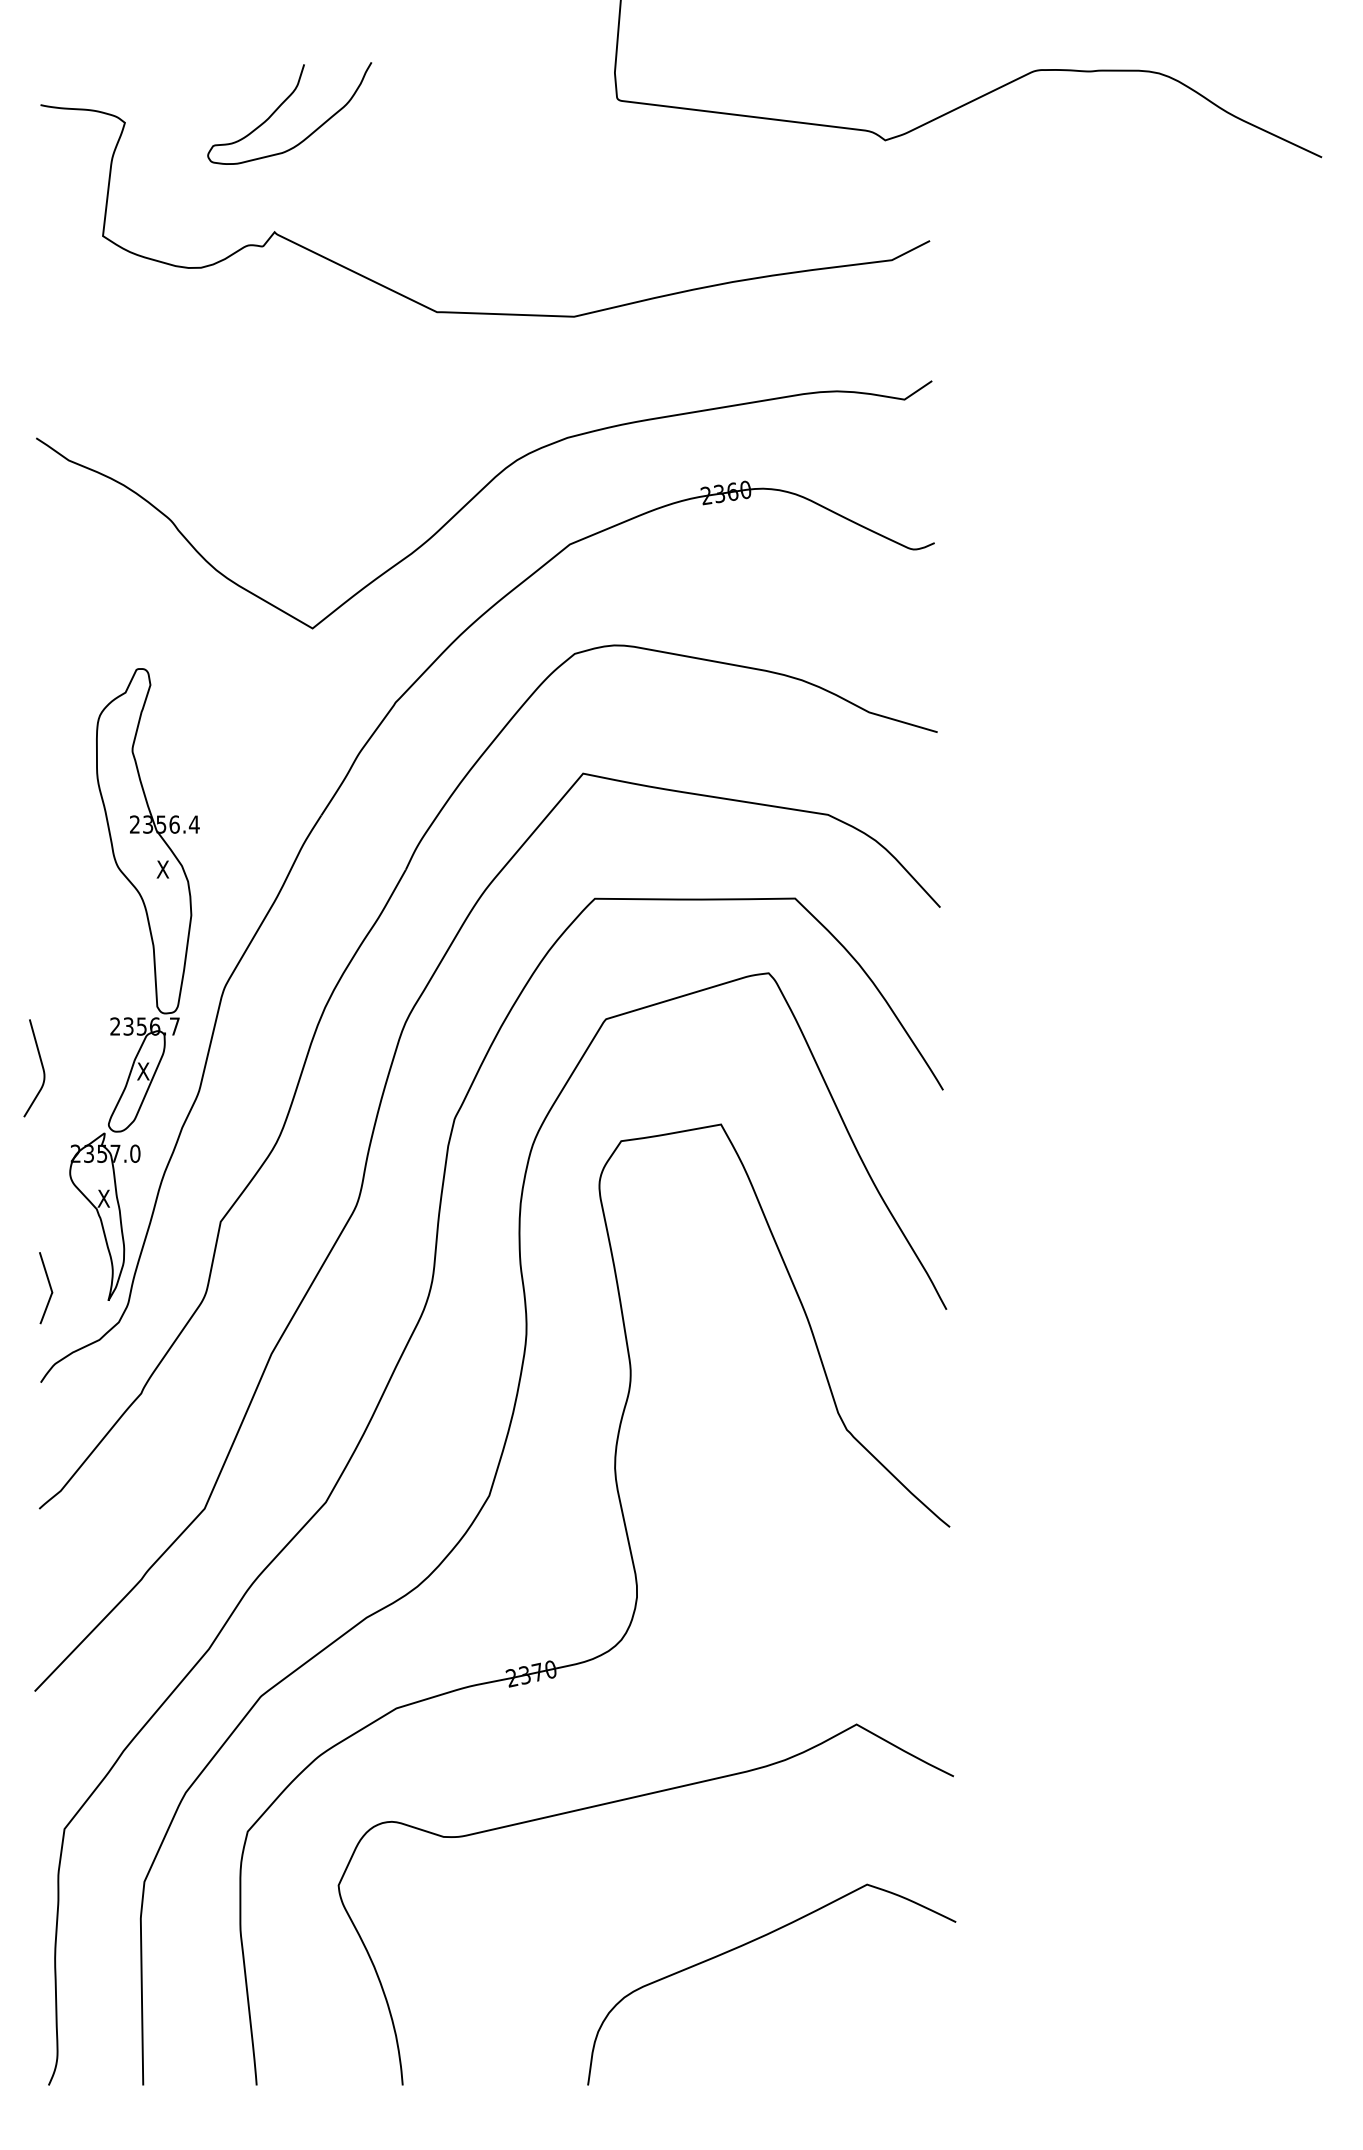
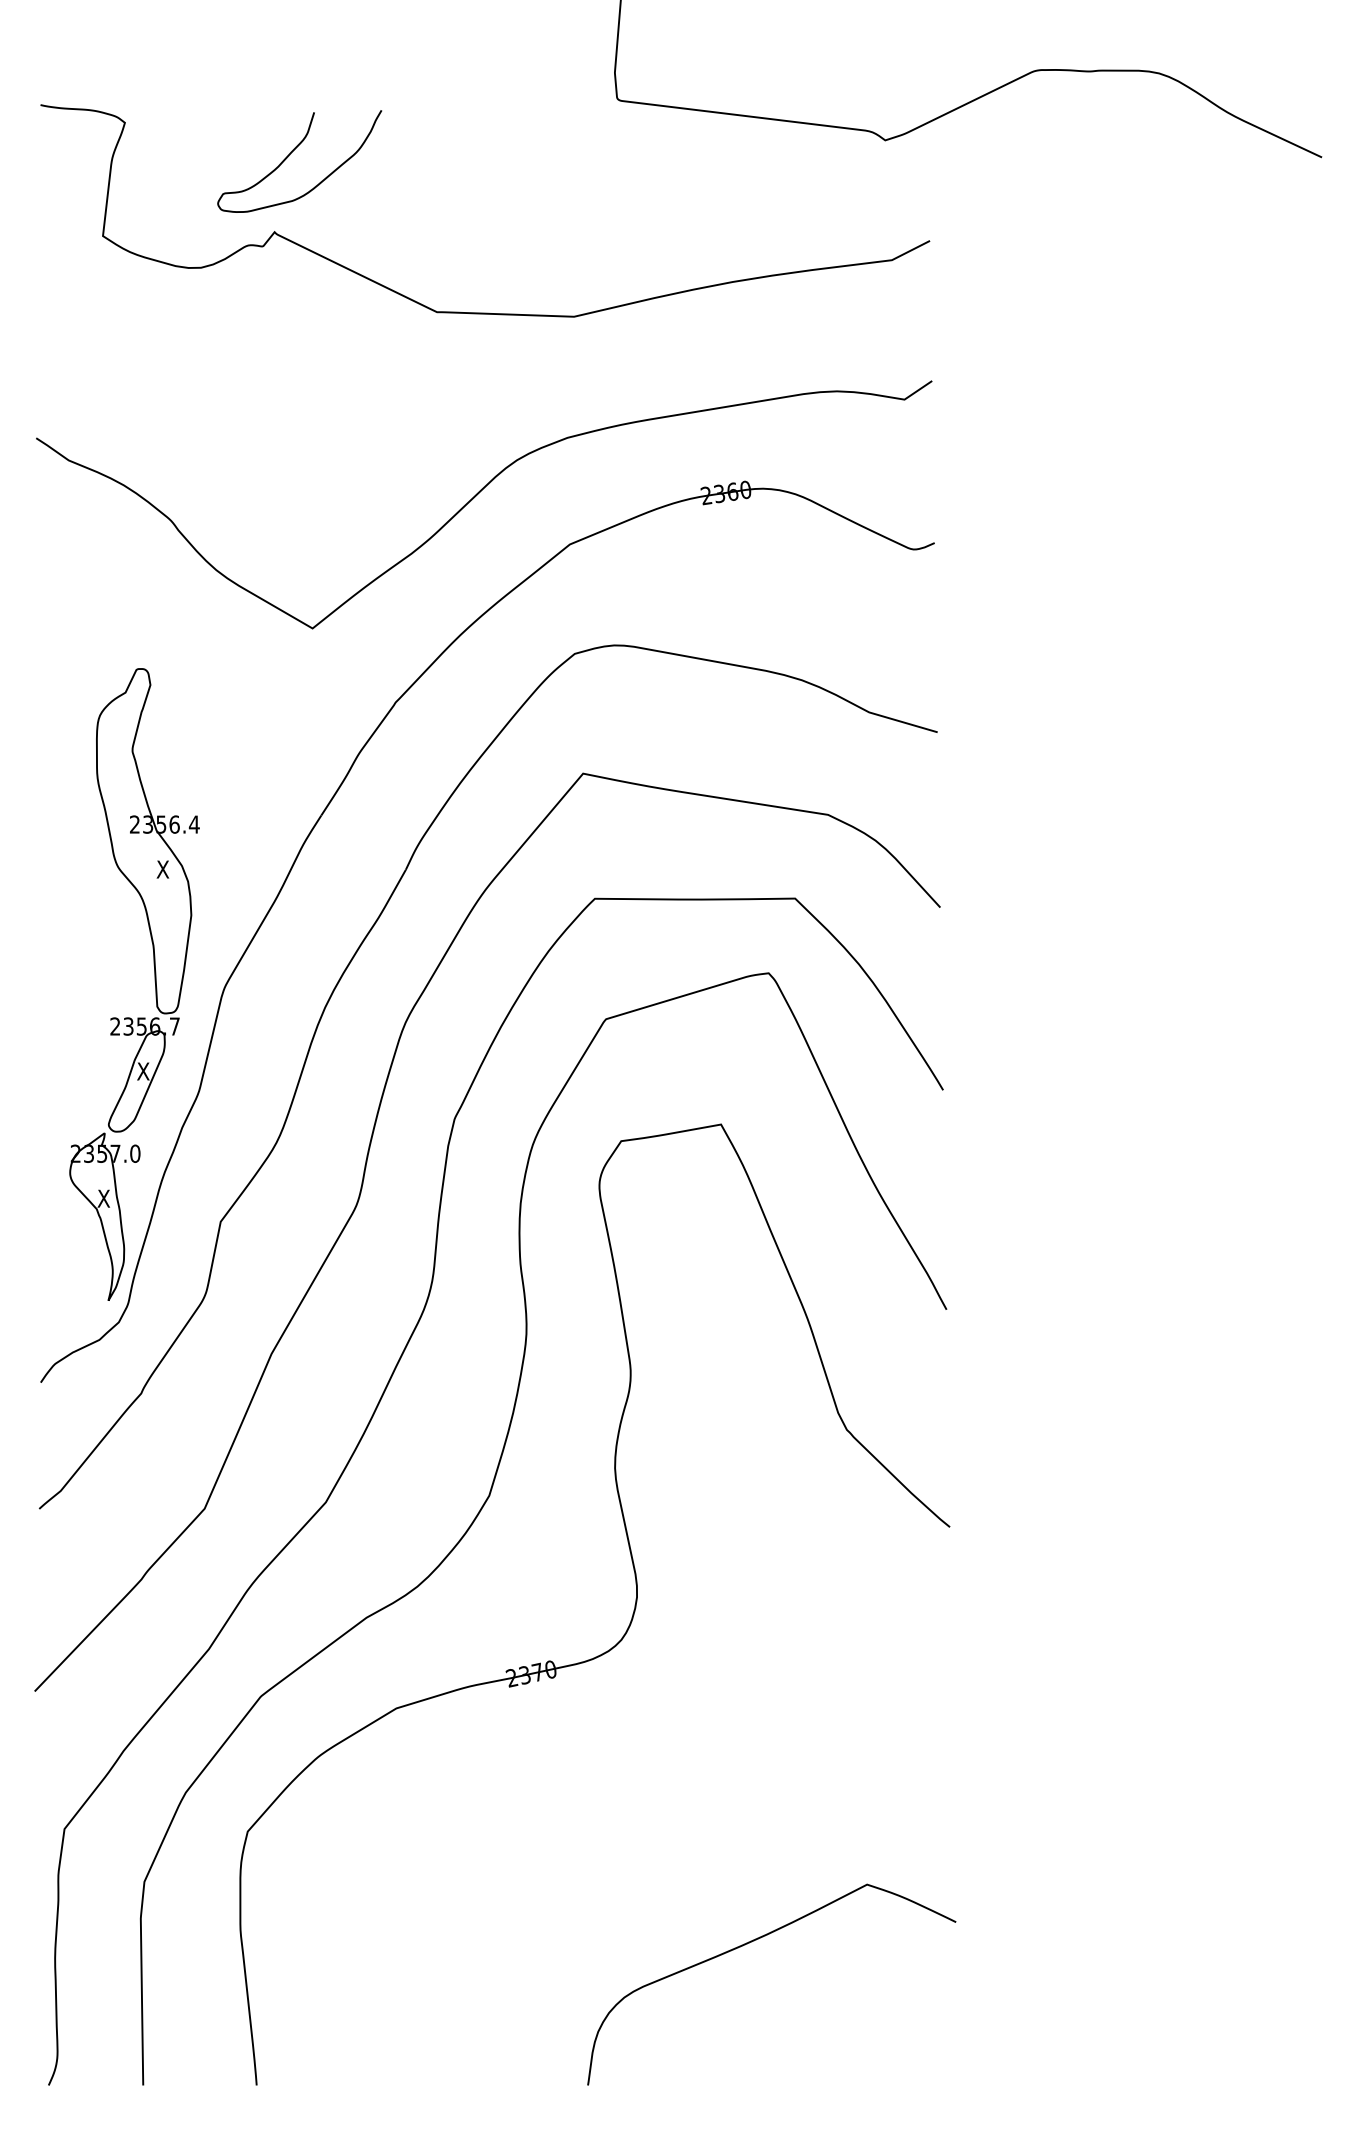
curve at (279, 108) position: (279, 108) -> (289, 156)
curve at (41, 1066): present -> none
curve at (49, 1287): present -> none
curve at (621, 1801): present -> none
